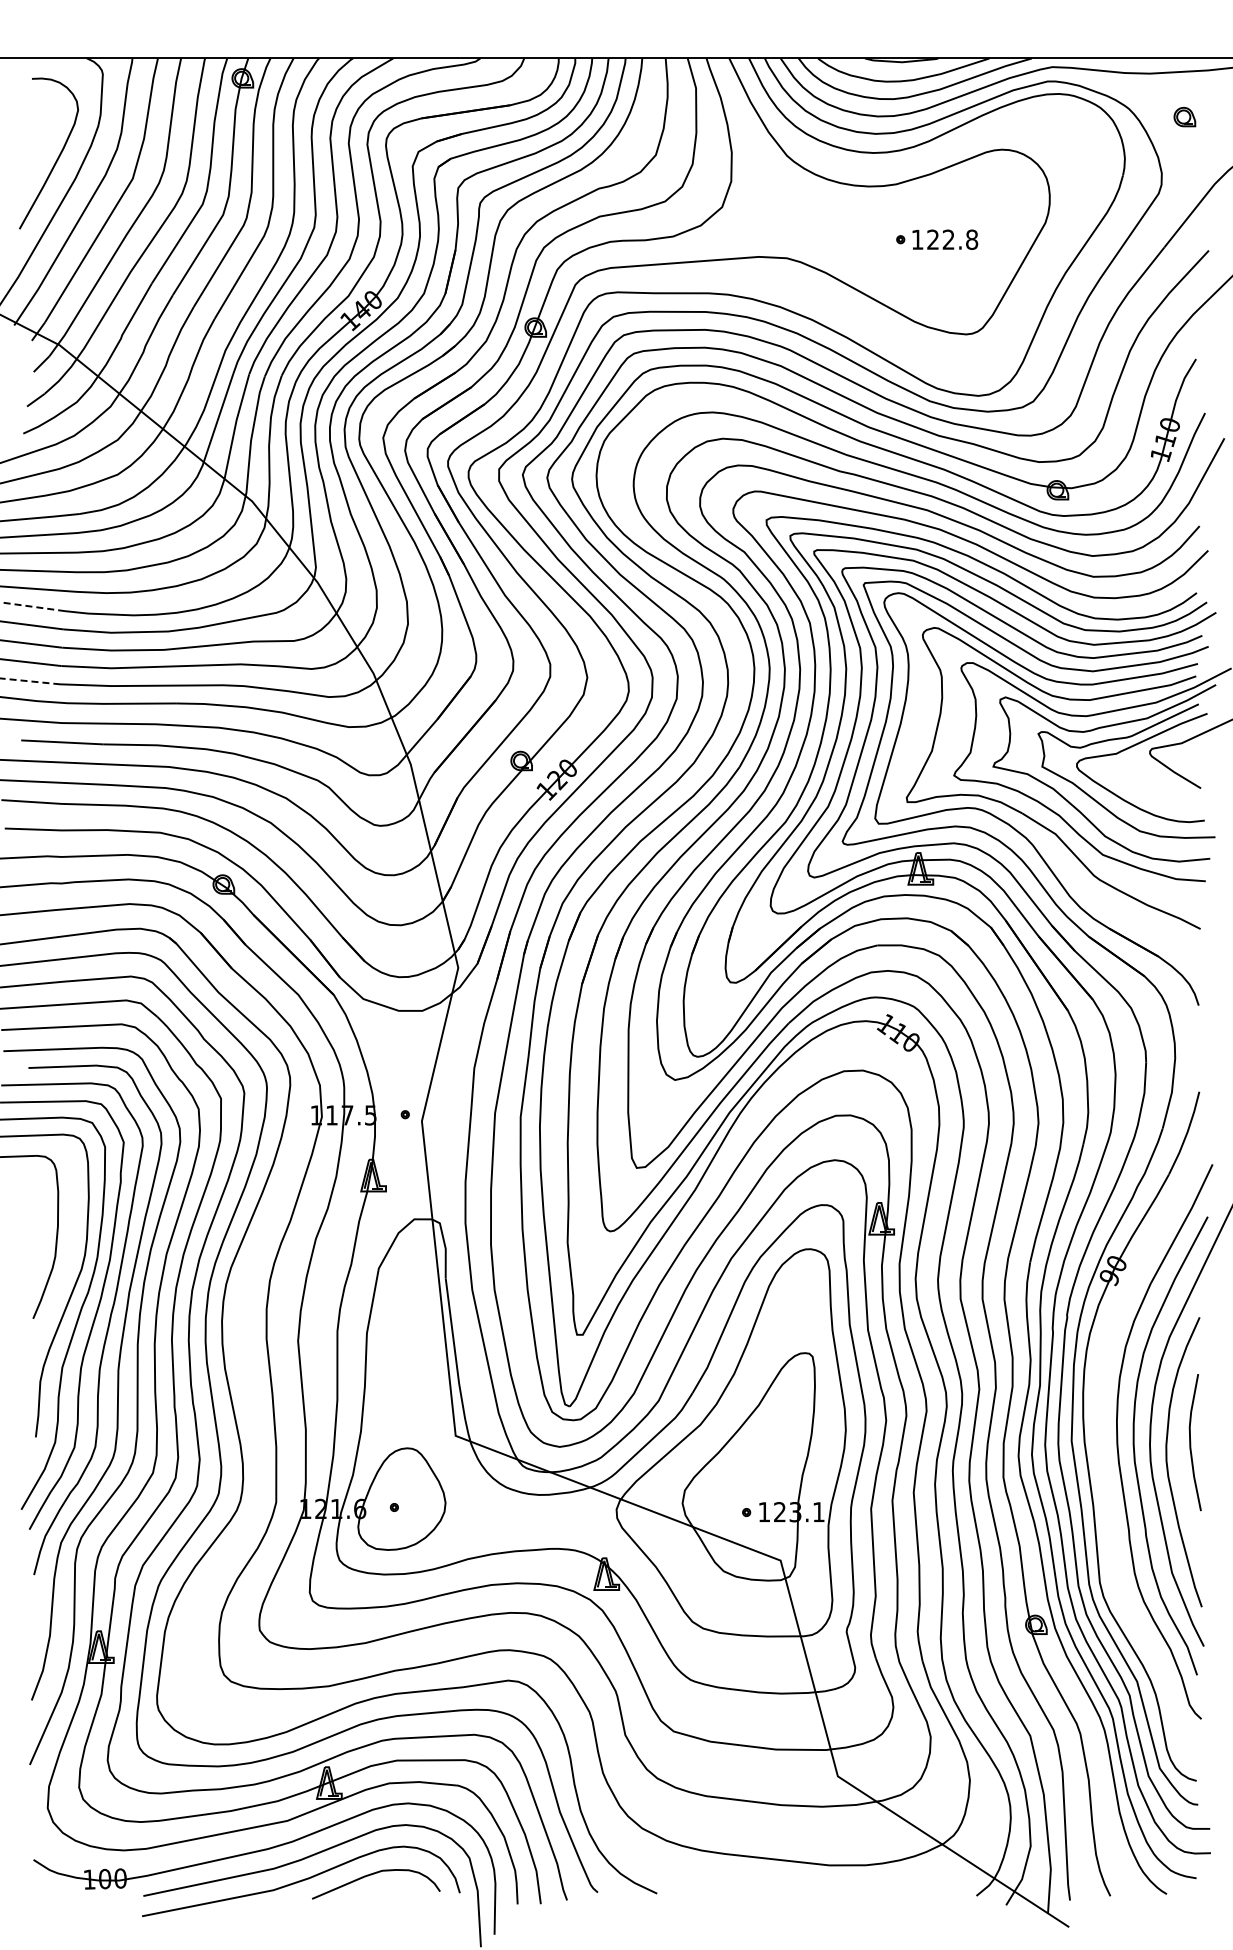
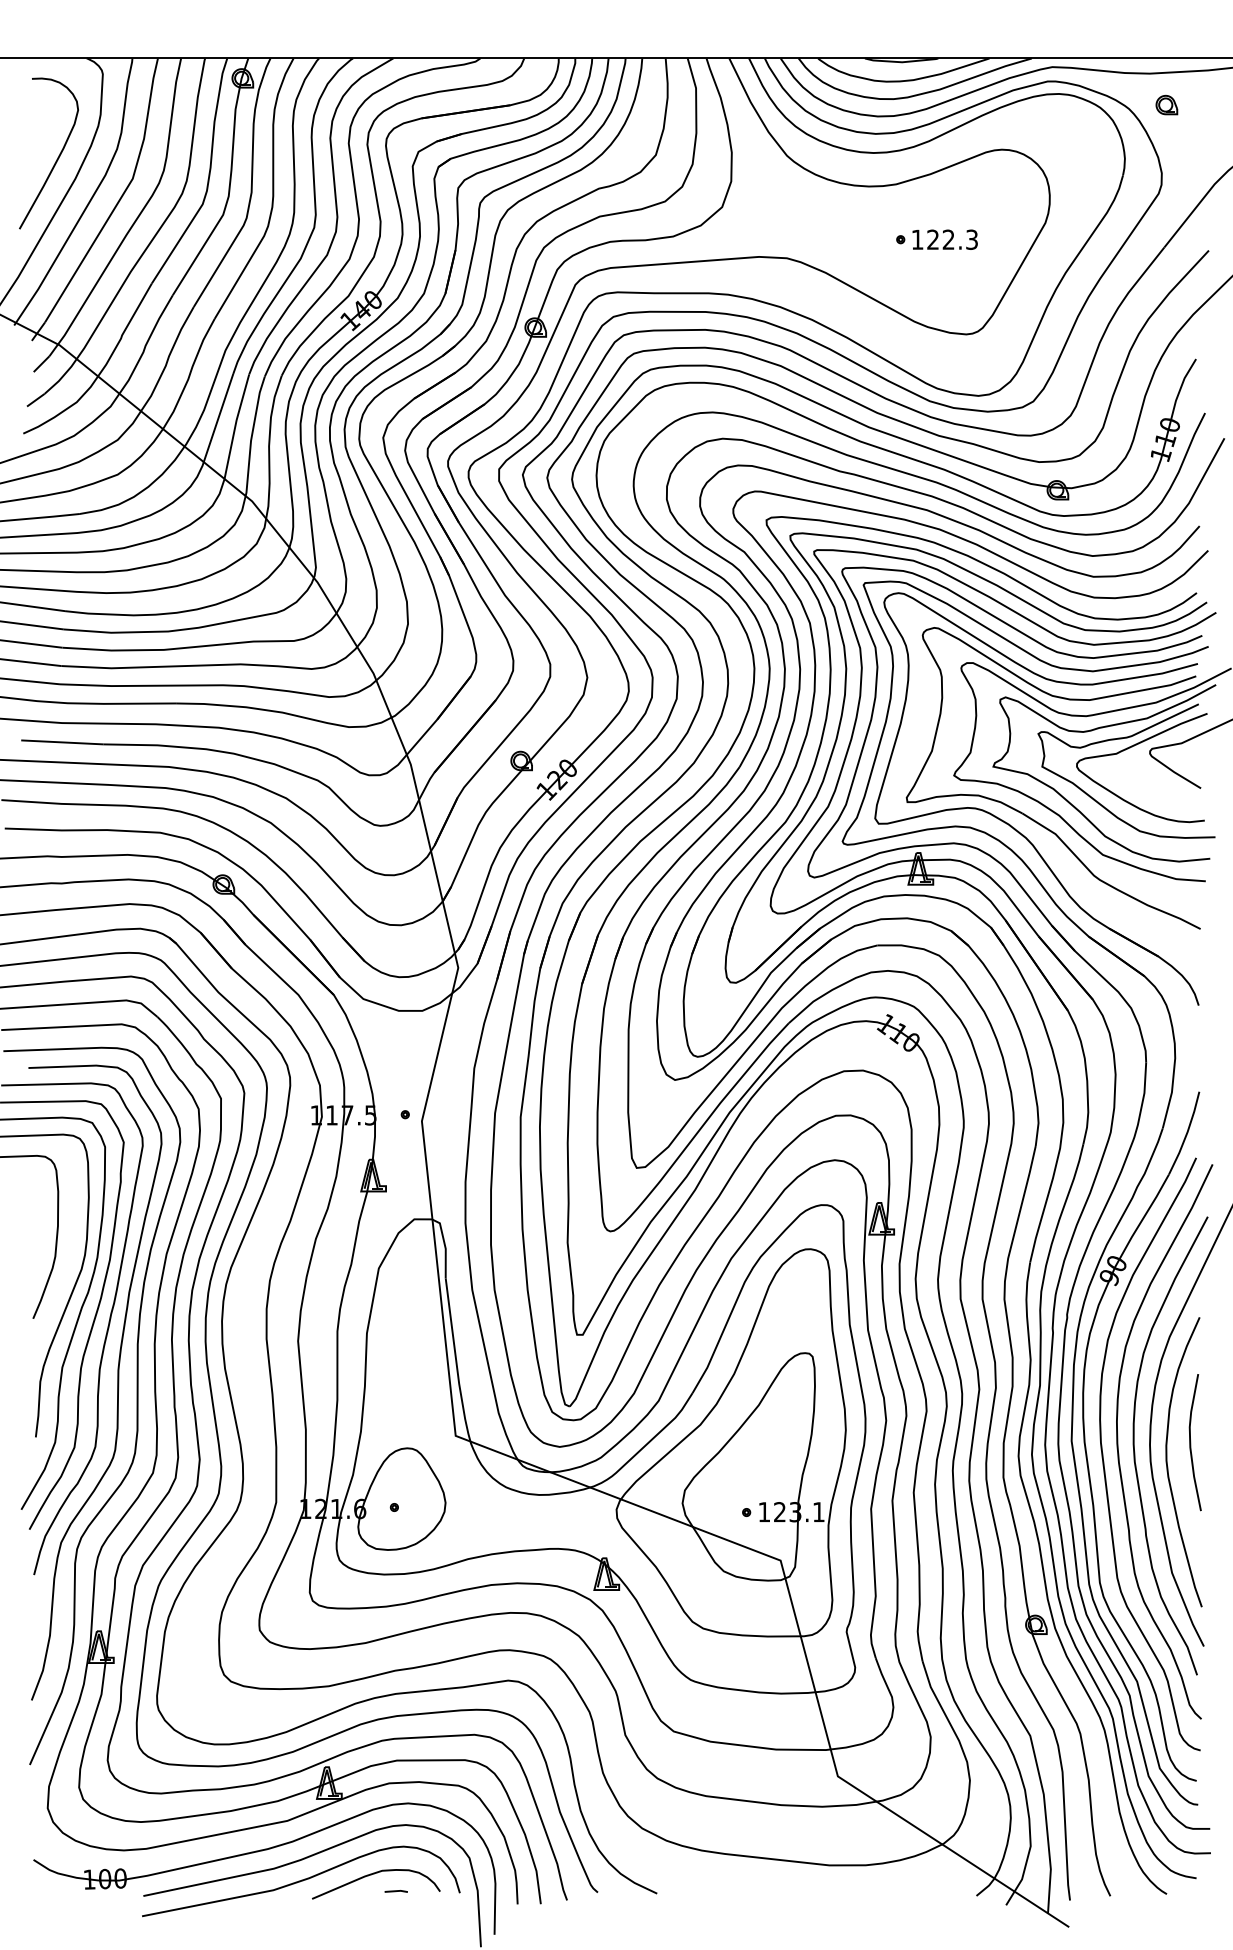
part at (1184, 116) position: (1184, 116) -> (1166, 104)
text at (972, 239): 122.8 -> 122.3
line at (32, 606): dashed -> solid
line at (30, 681): dashed -> solid
curve at (1104, 1461): none -> present
line at (395, 1891): none -> present
